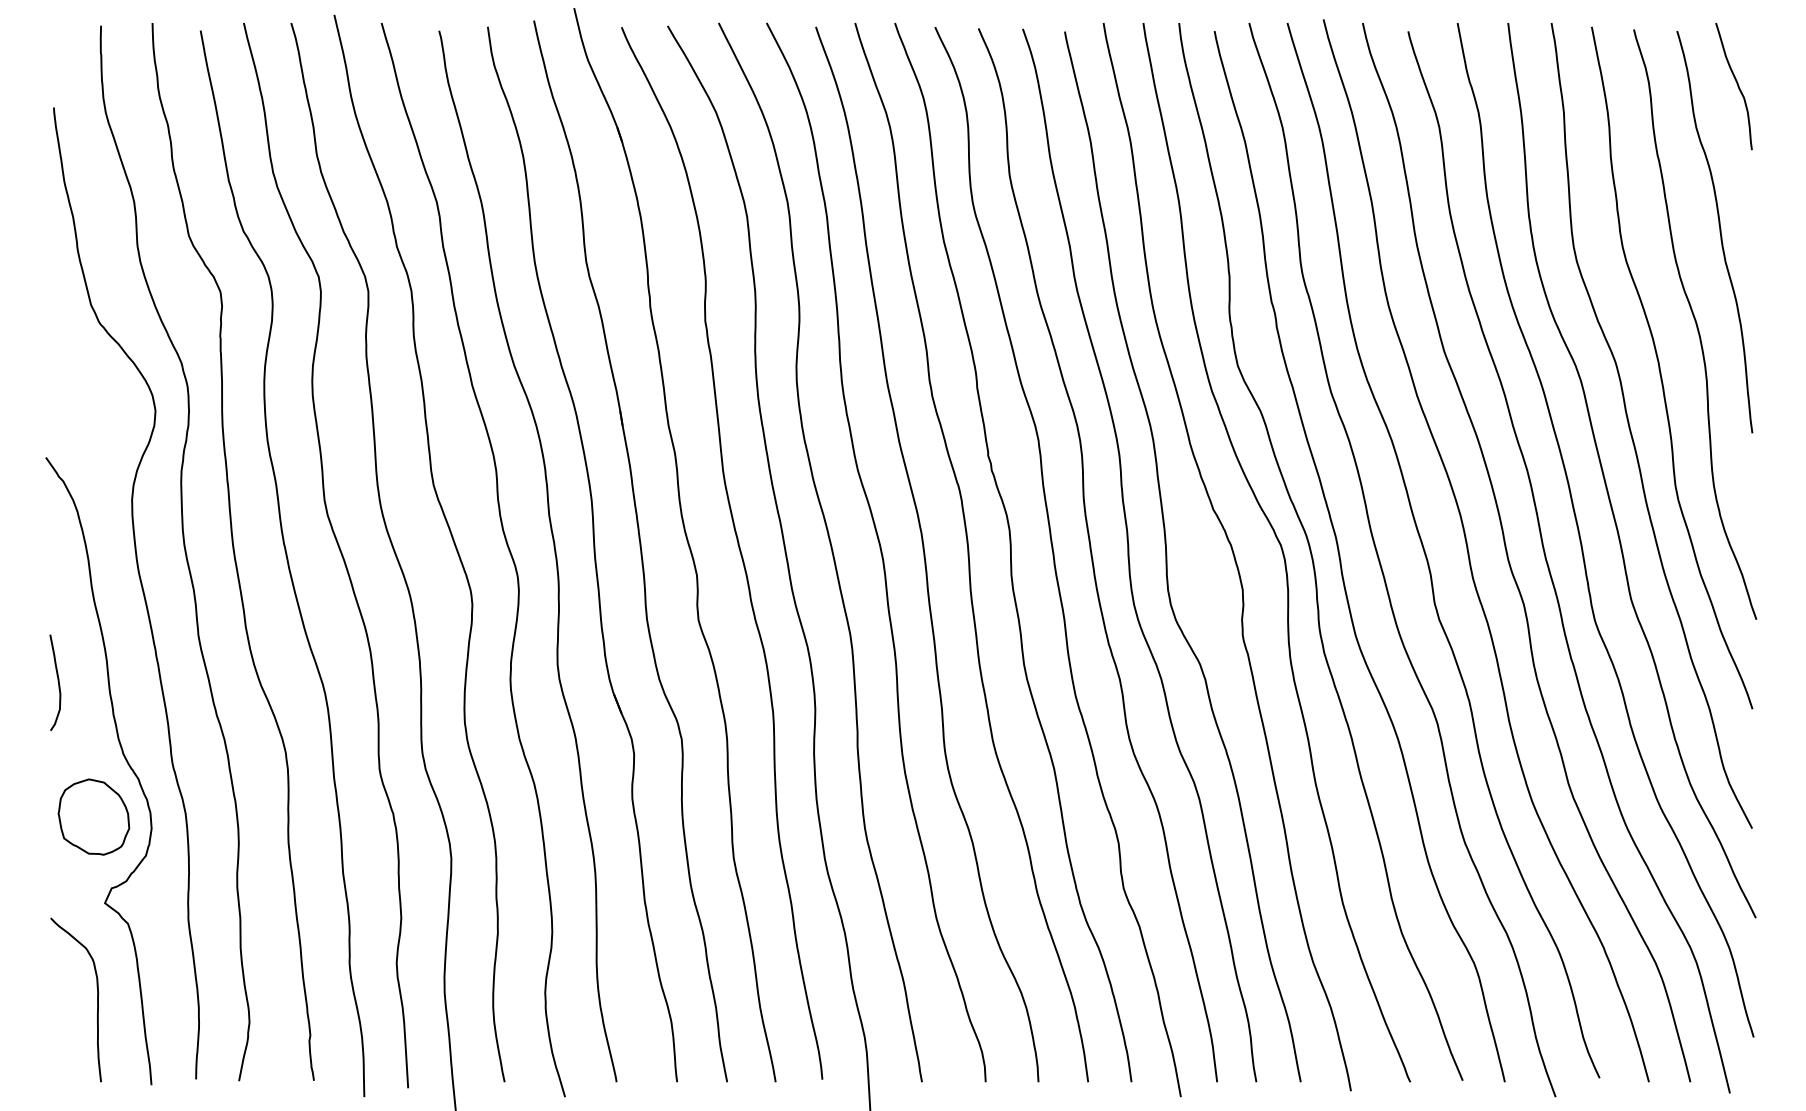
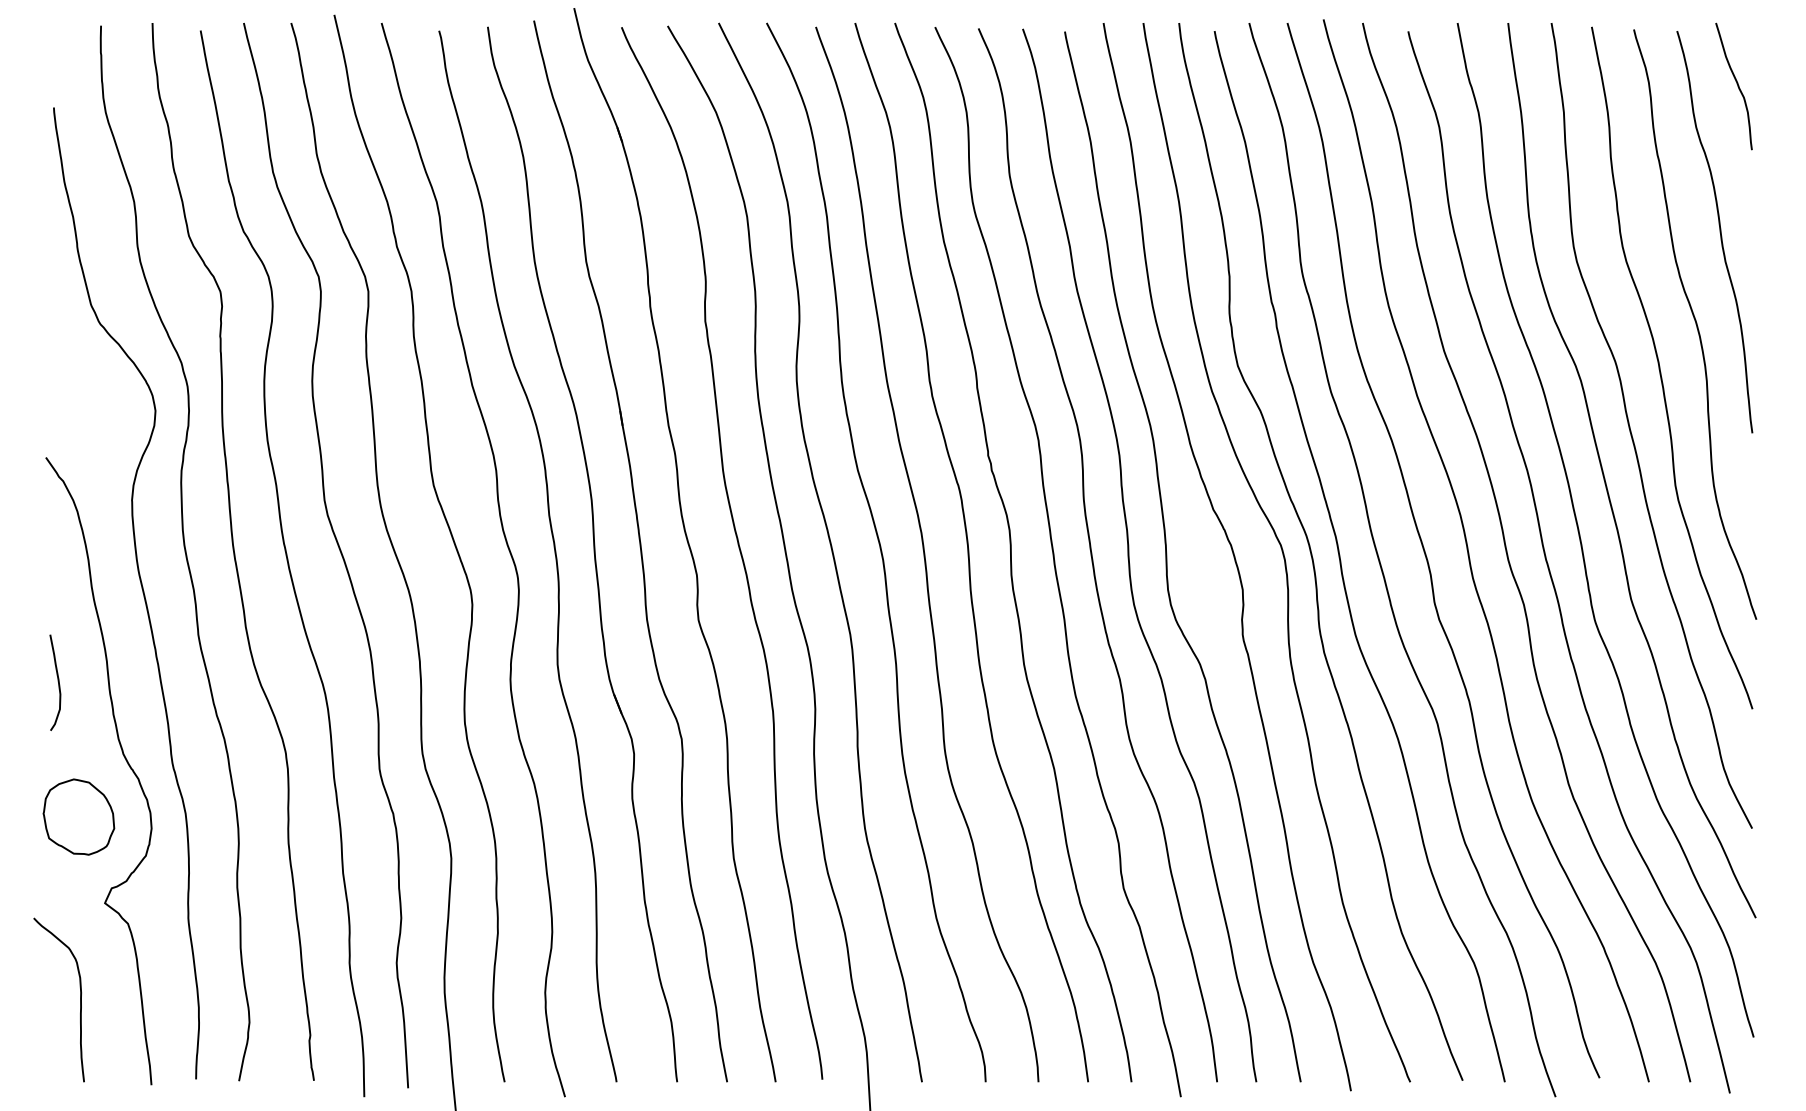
part at (93, 816) position: (93, 816) -> (78, 816)
curve at (97, 999) position: (97, 999) -> (80, 999)
